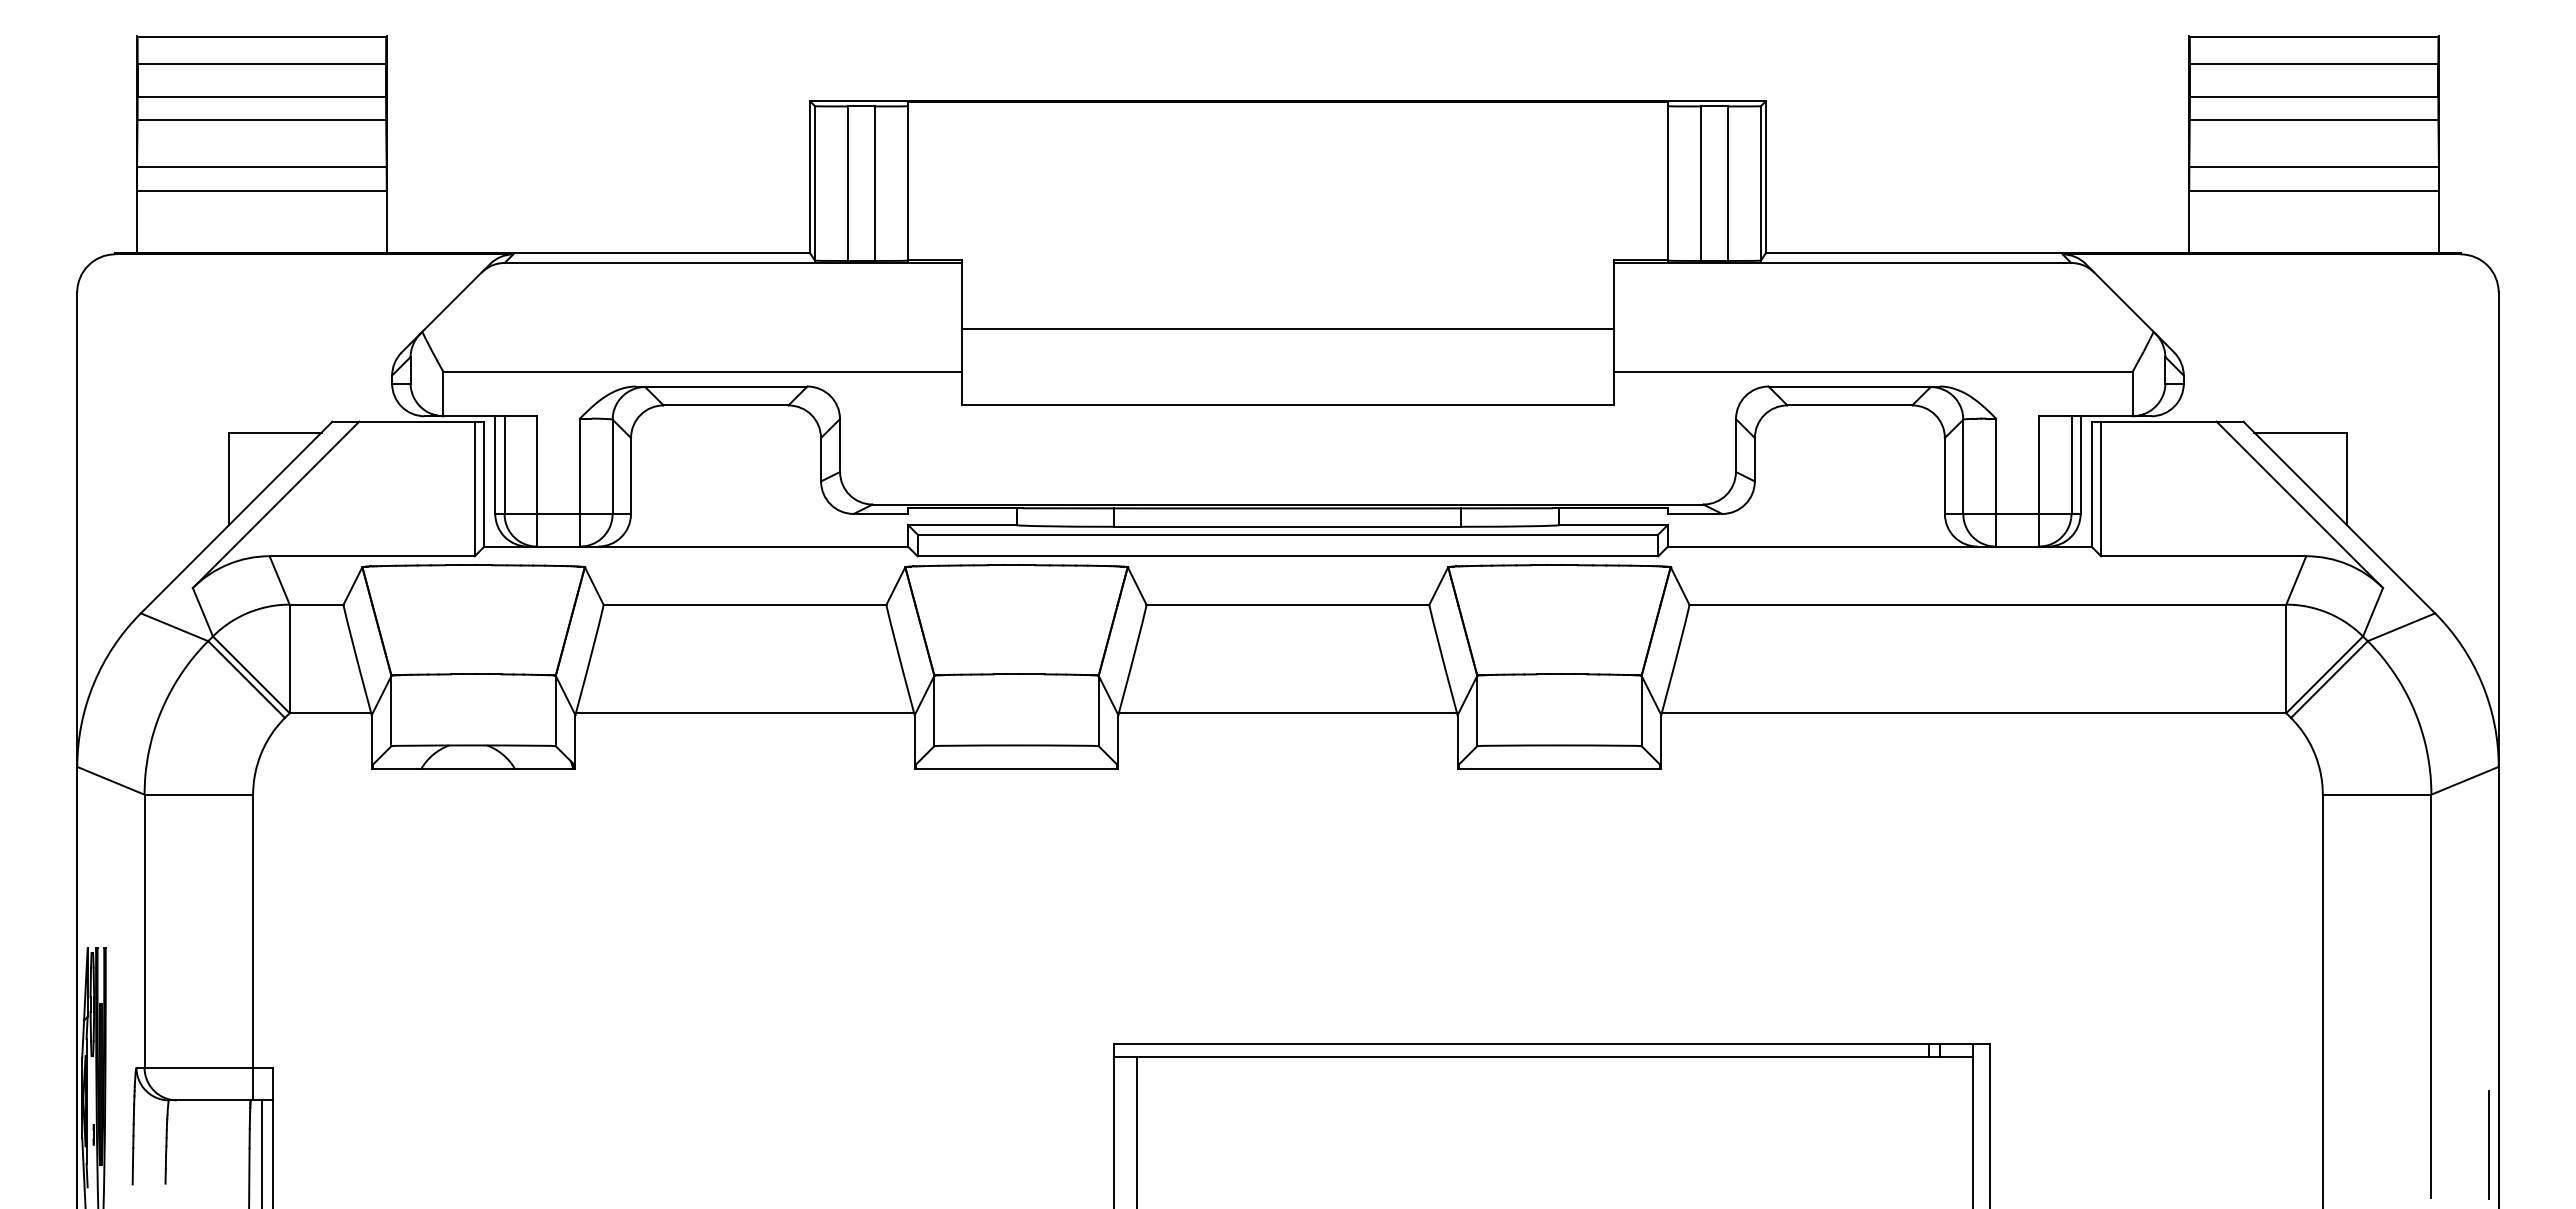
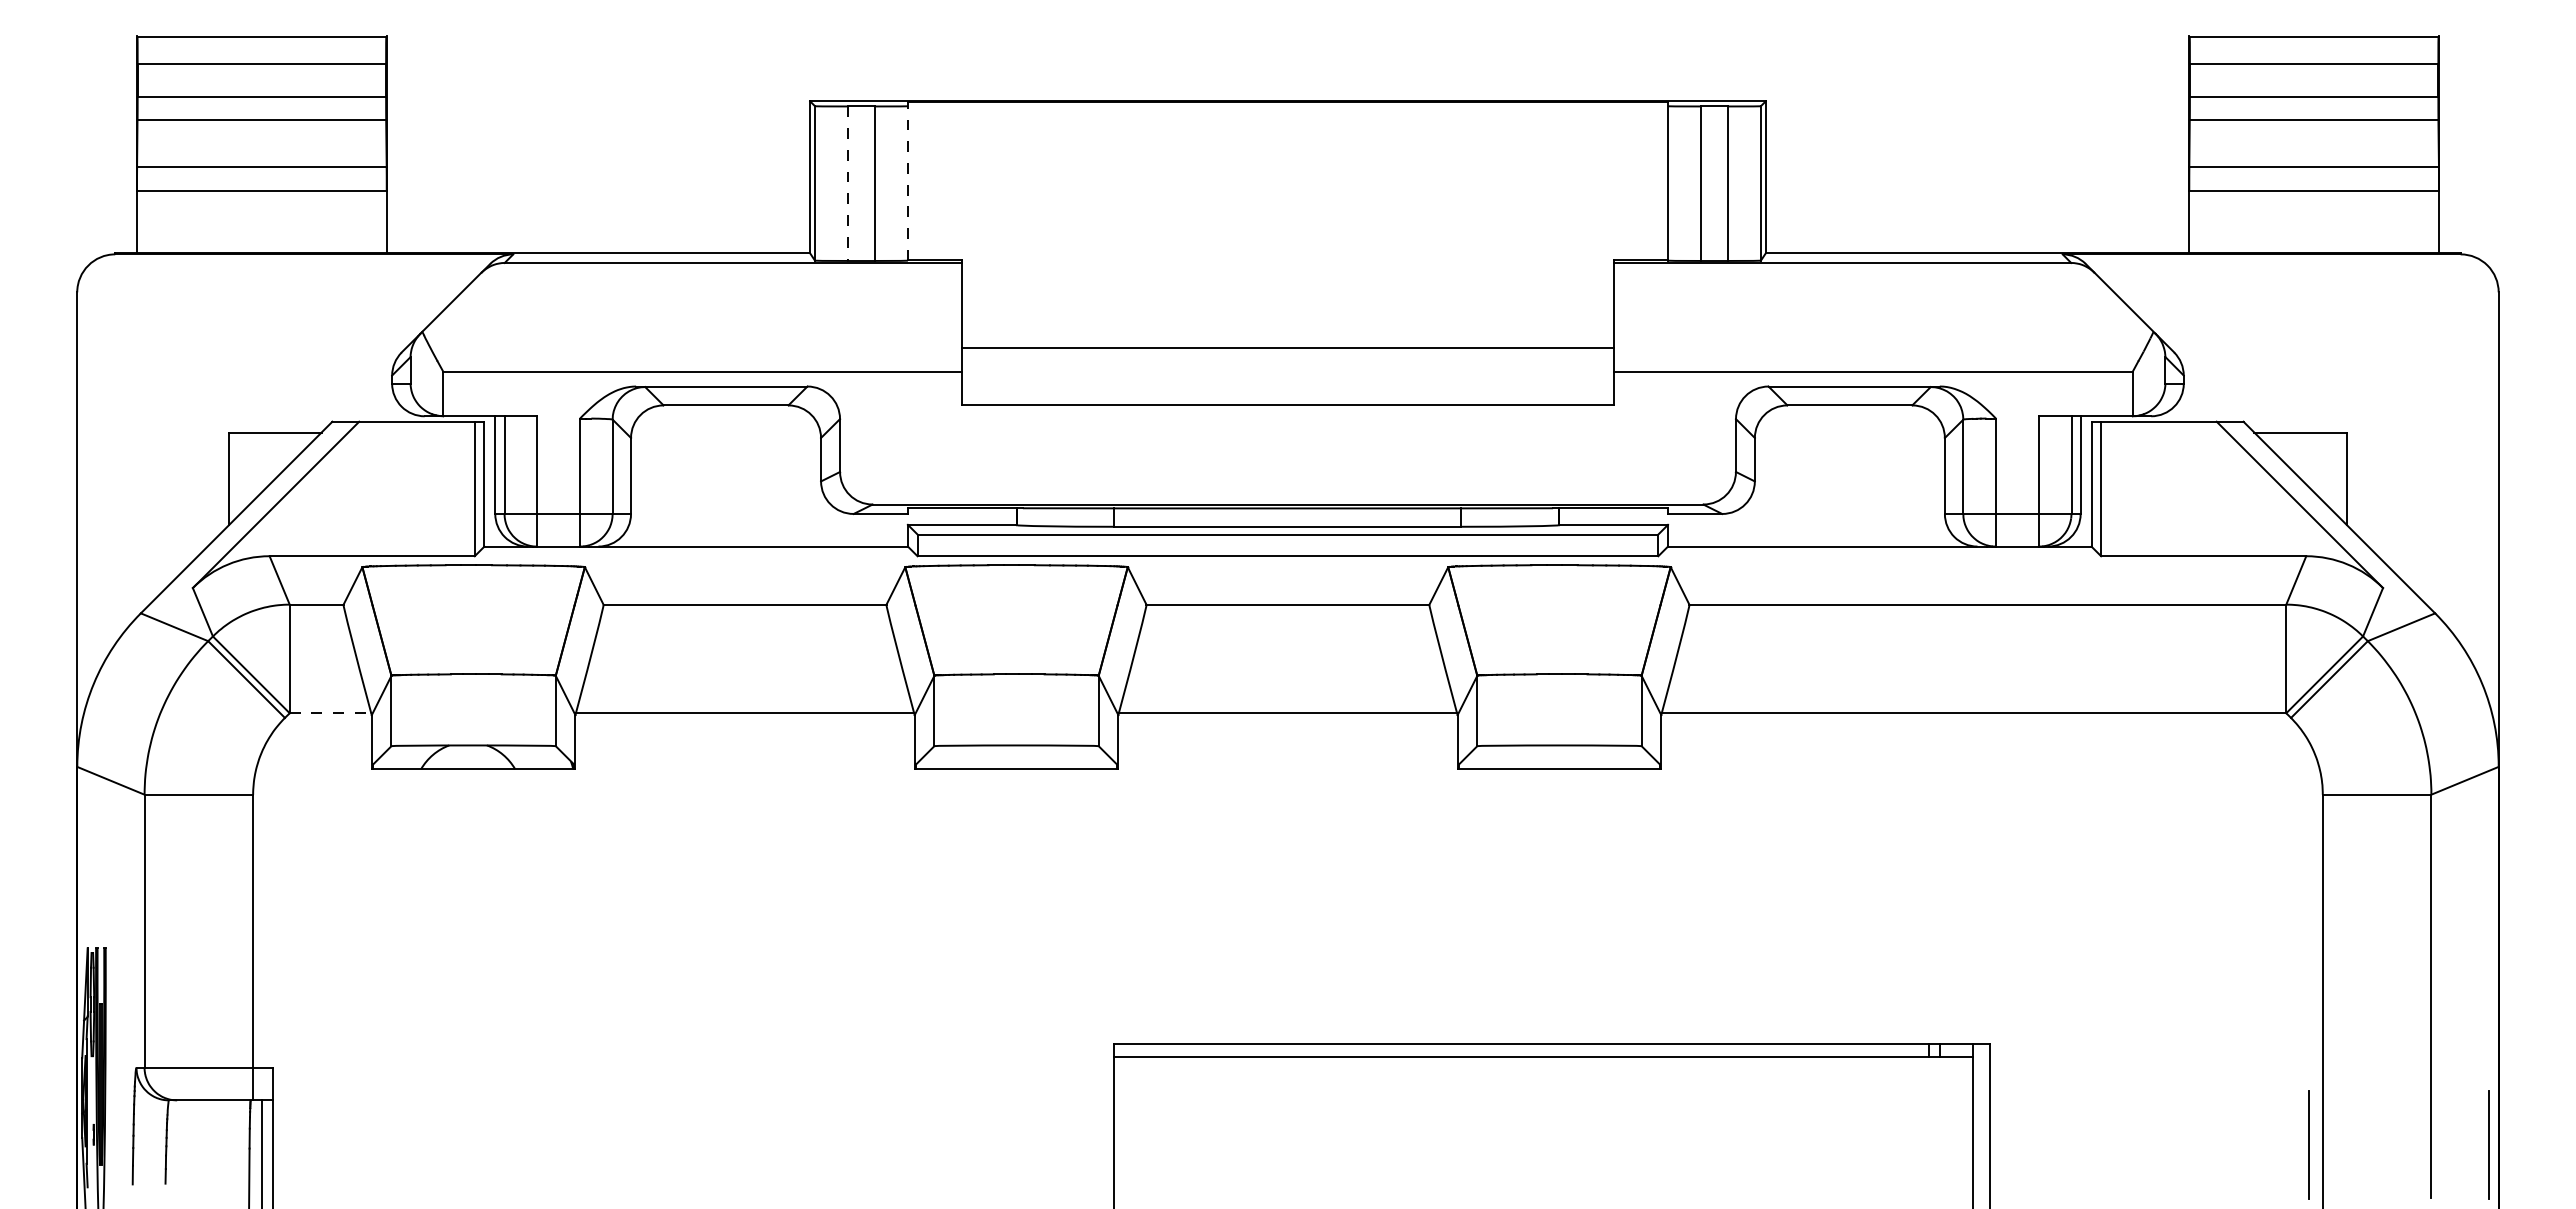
line at (907, 180): solid -> dashed
line at (847, 184): solid -> dashed
line at (1287, 329) position: (1287, 329) -> (1287, 348)
line at (330, 713): solid -> dashed
line at (1136, 1130): present -> none
line at (2308, 1144): none -> present
